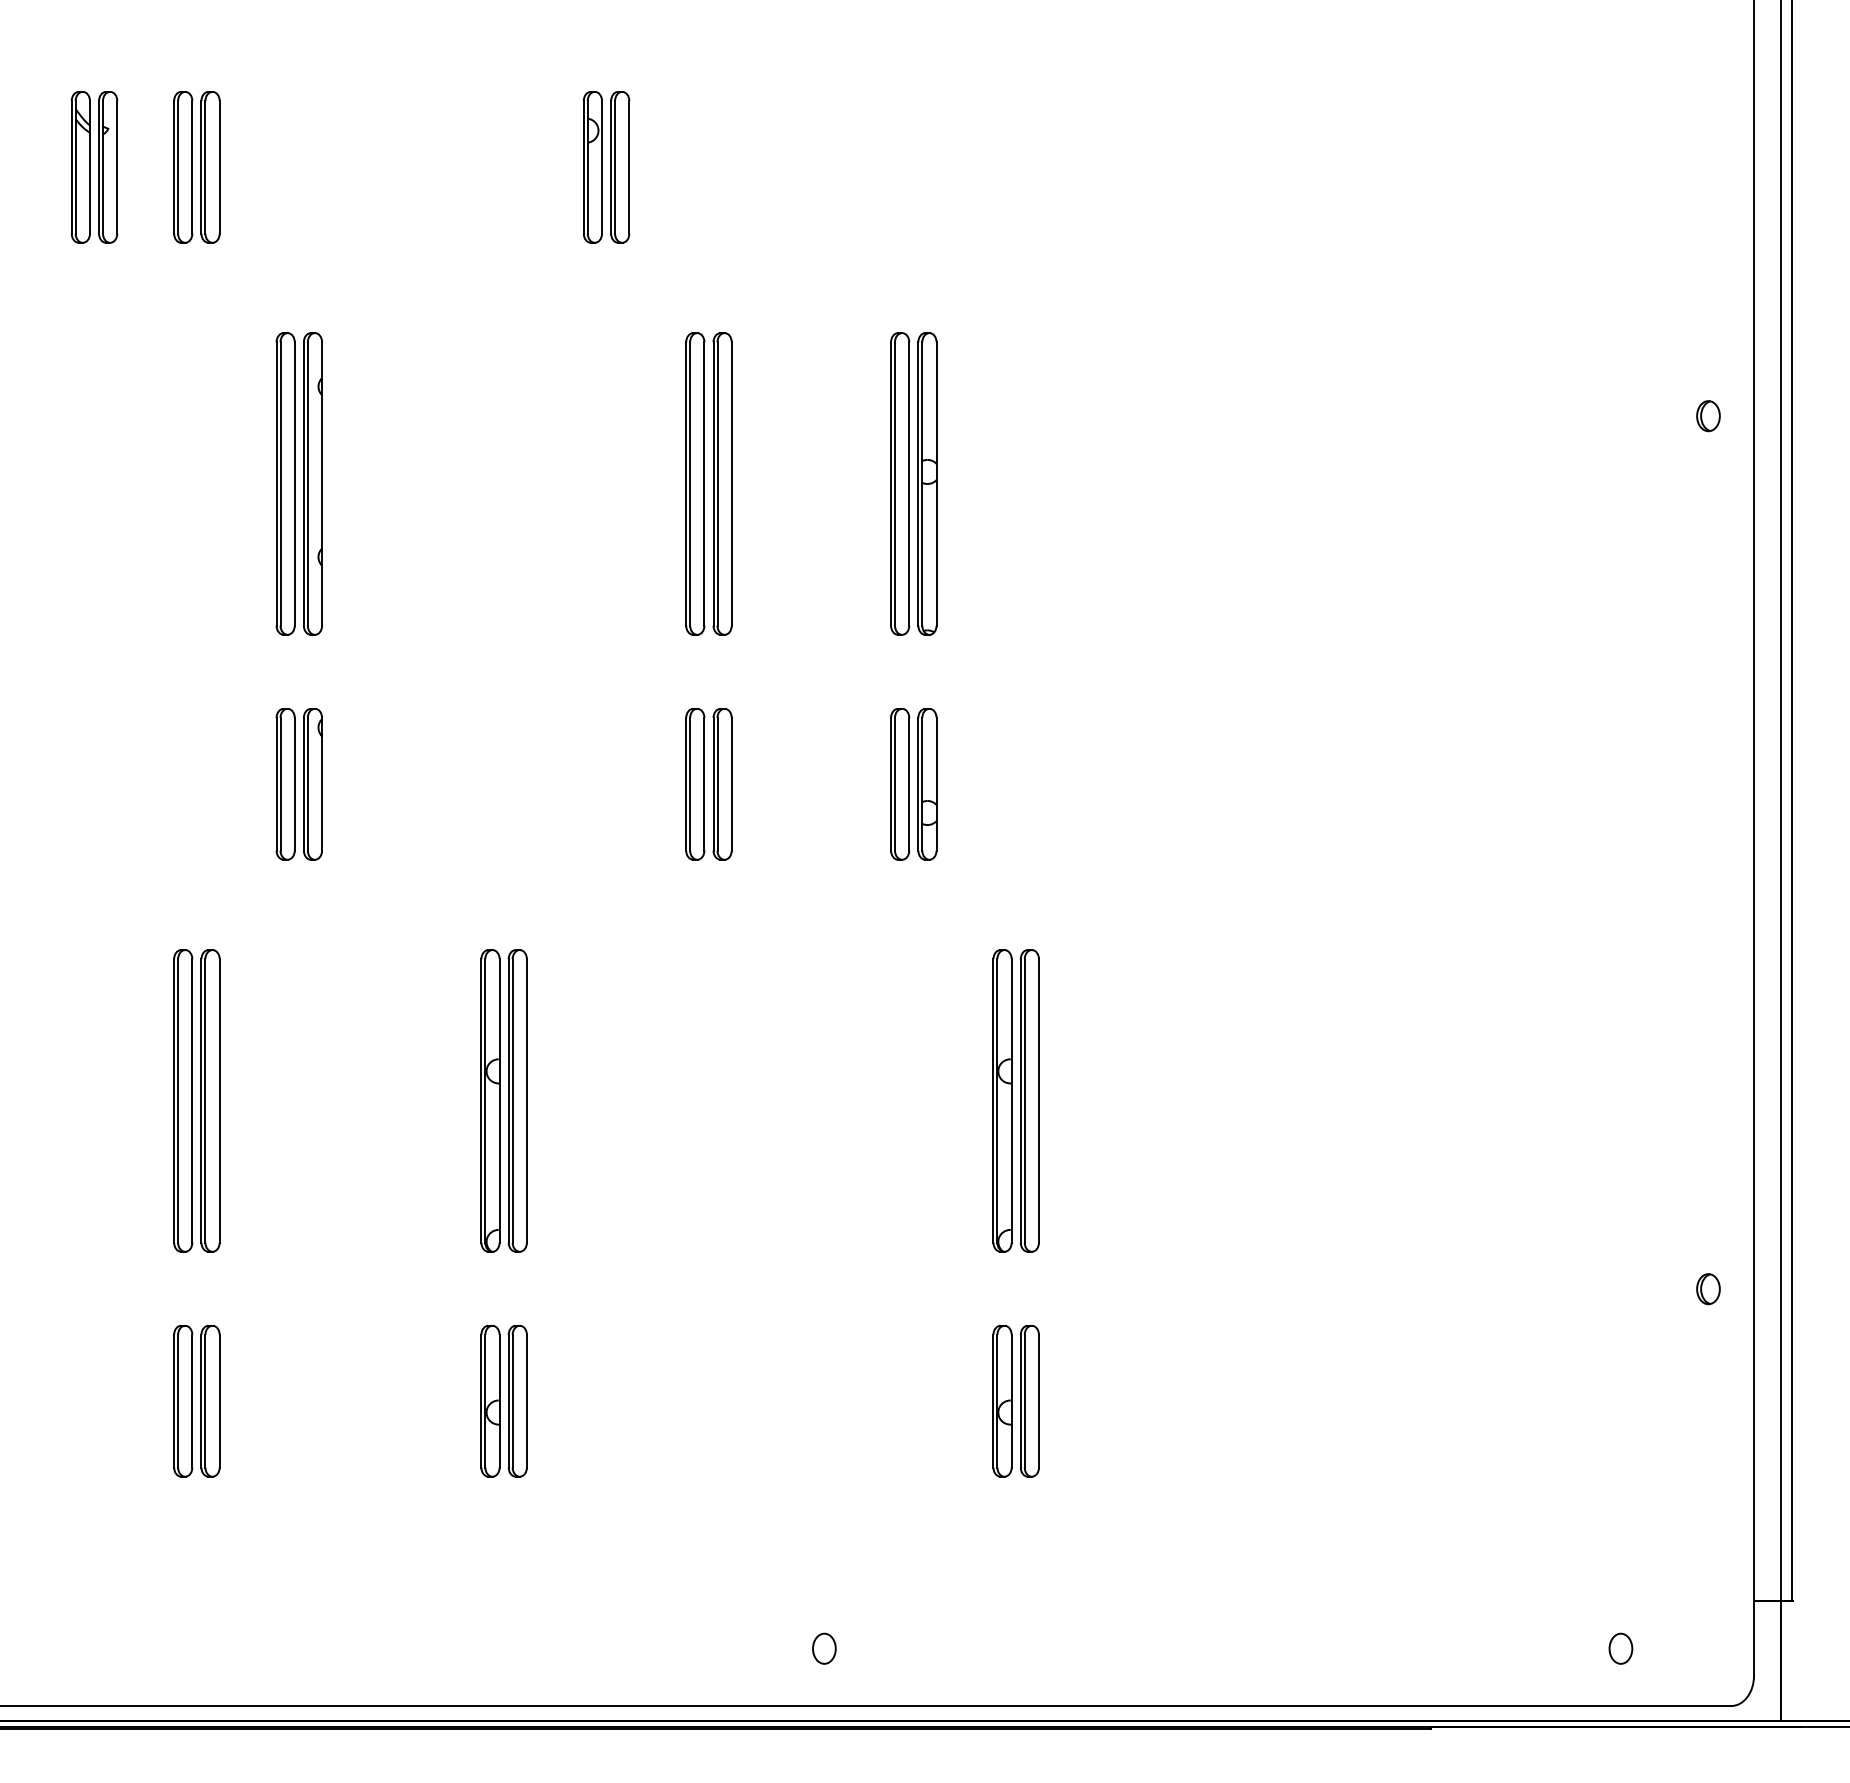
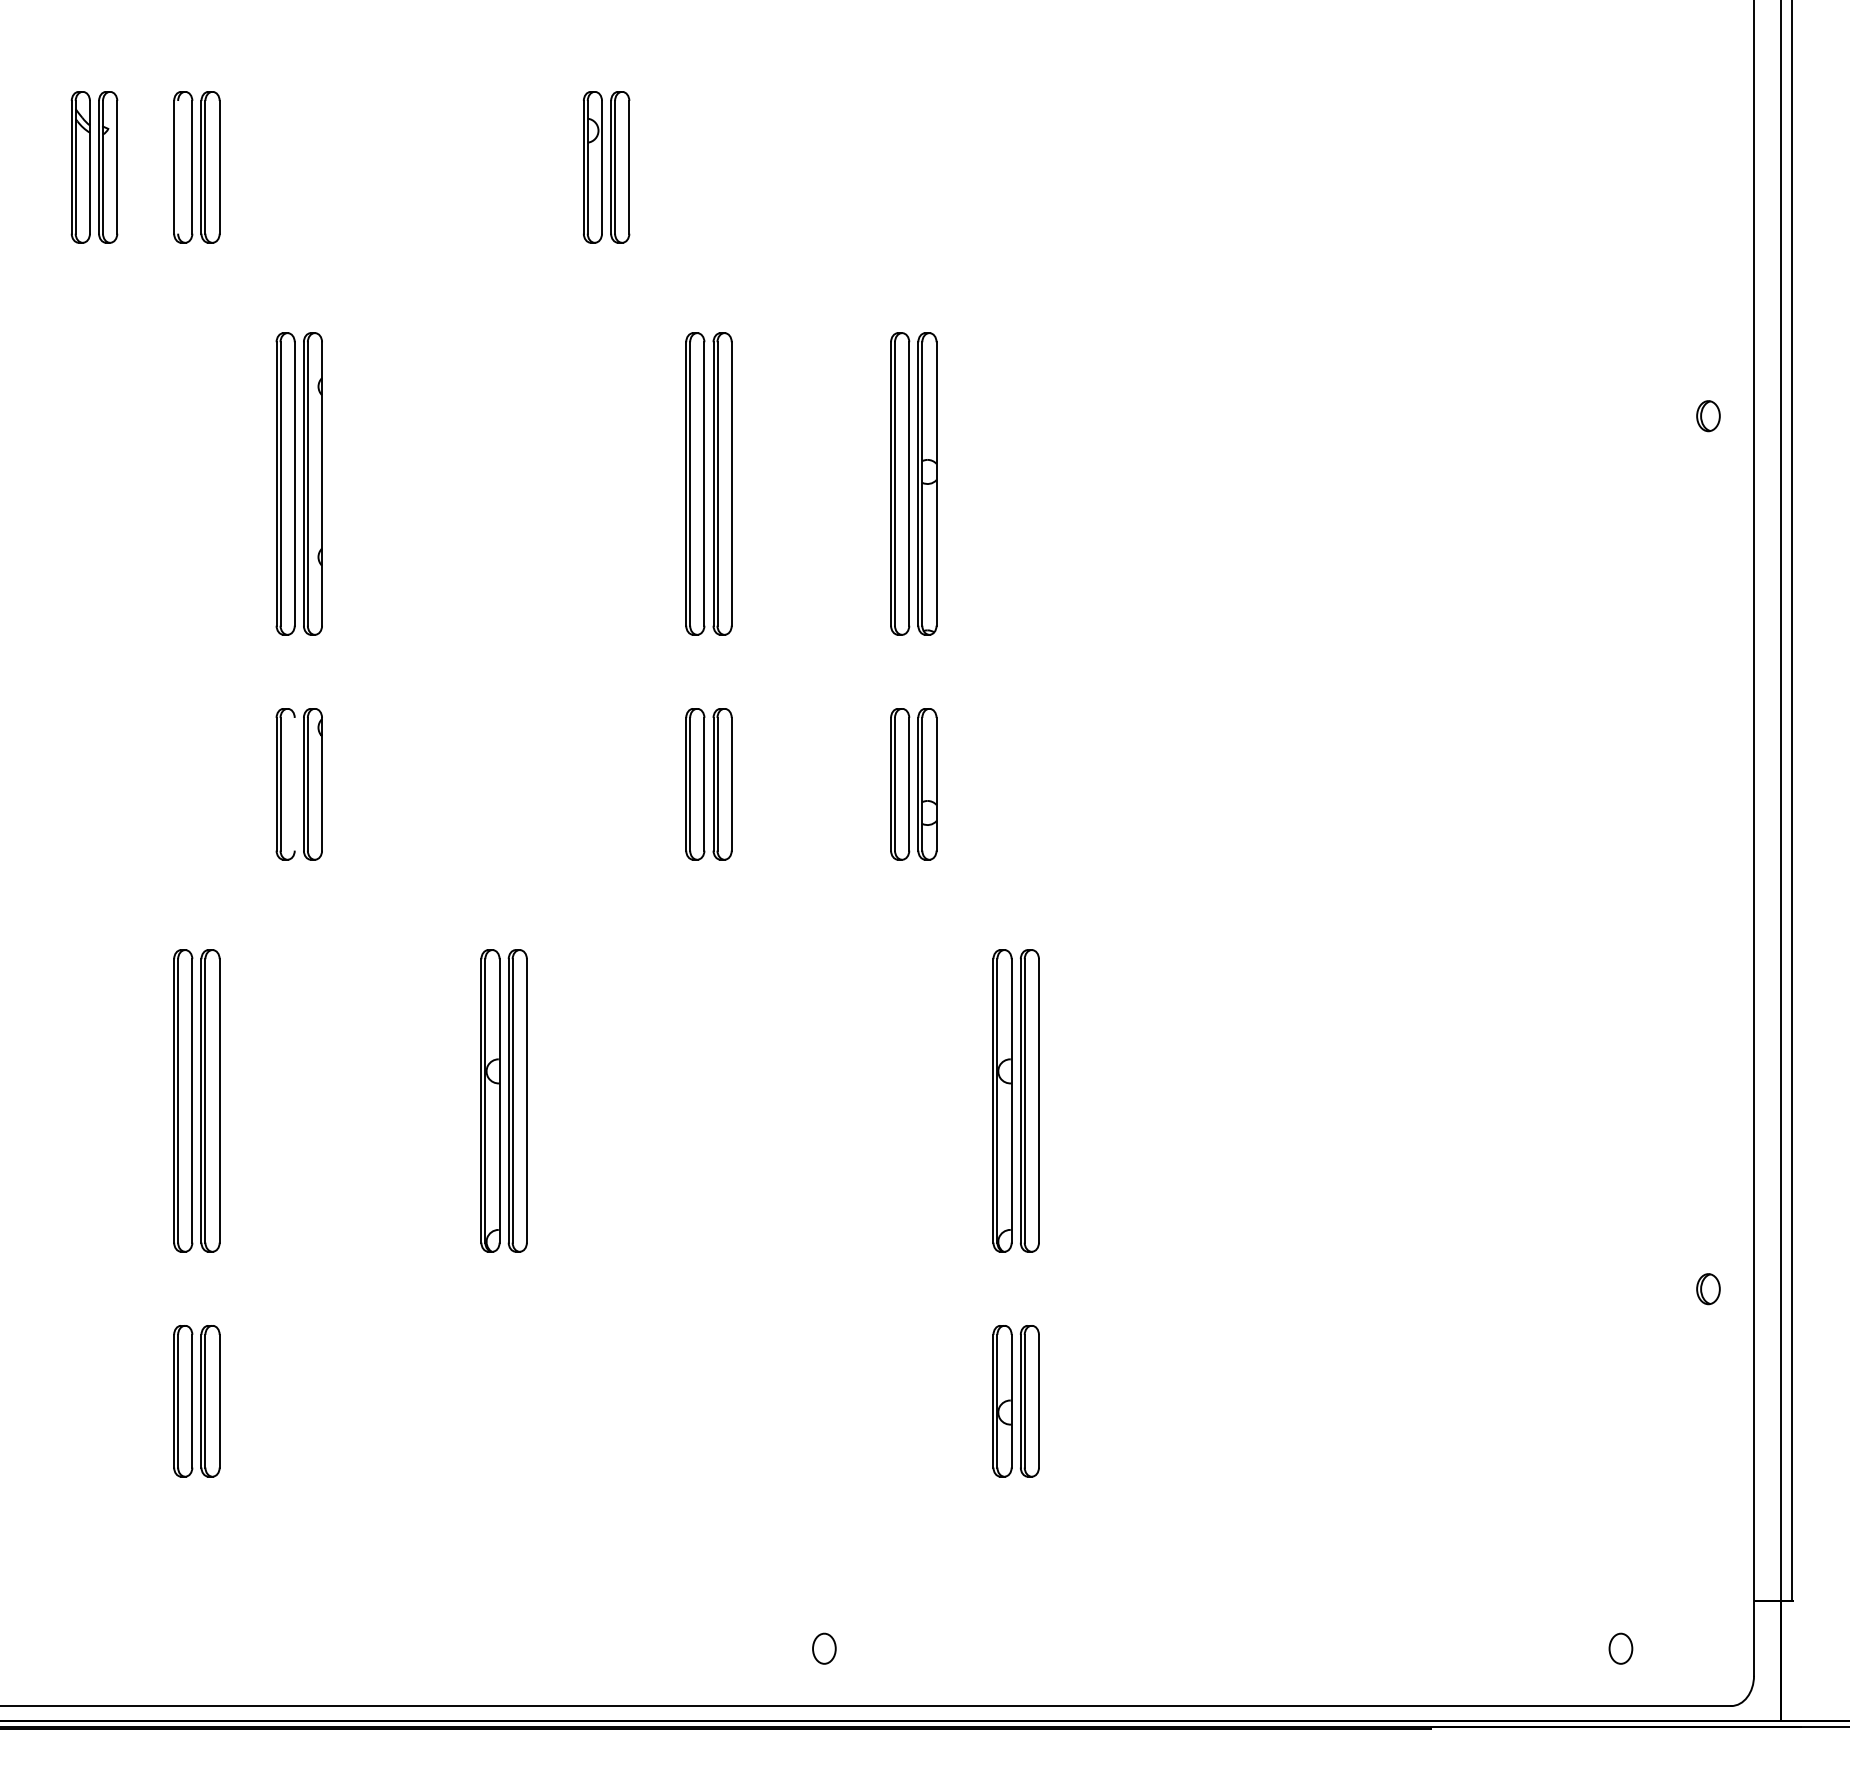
line at (178, 167): present -> none
line at (294, 783): present -> none
part at (503, 1401): present -> none
